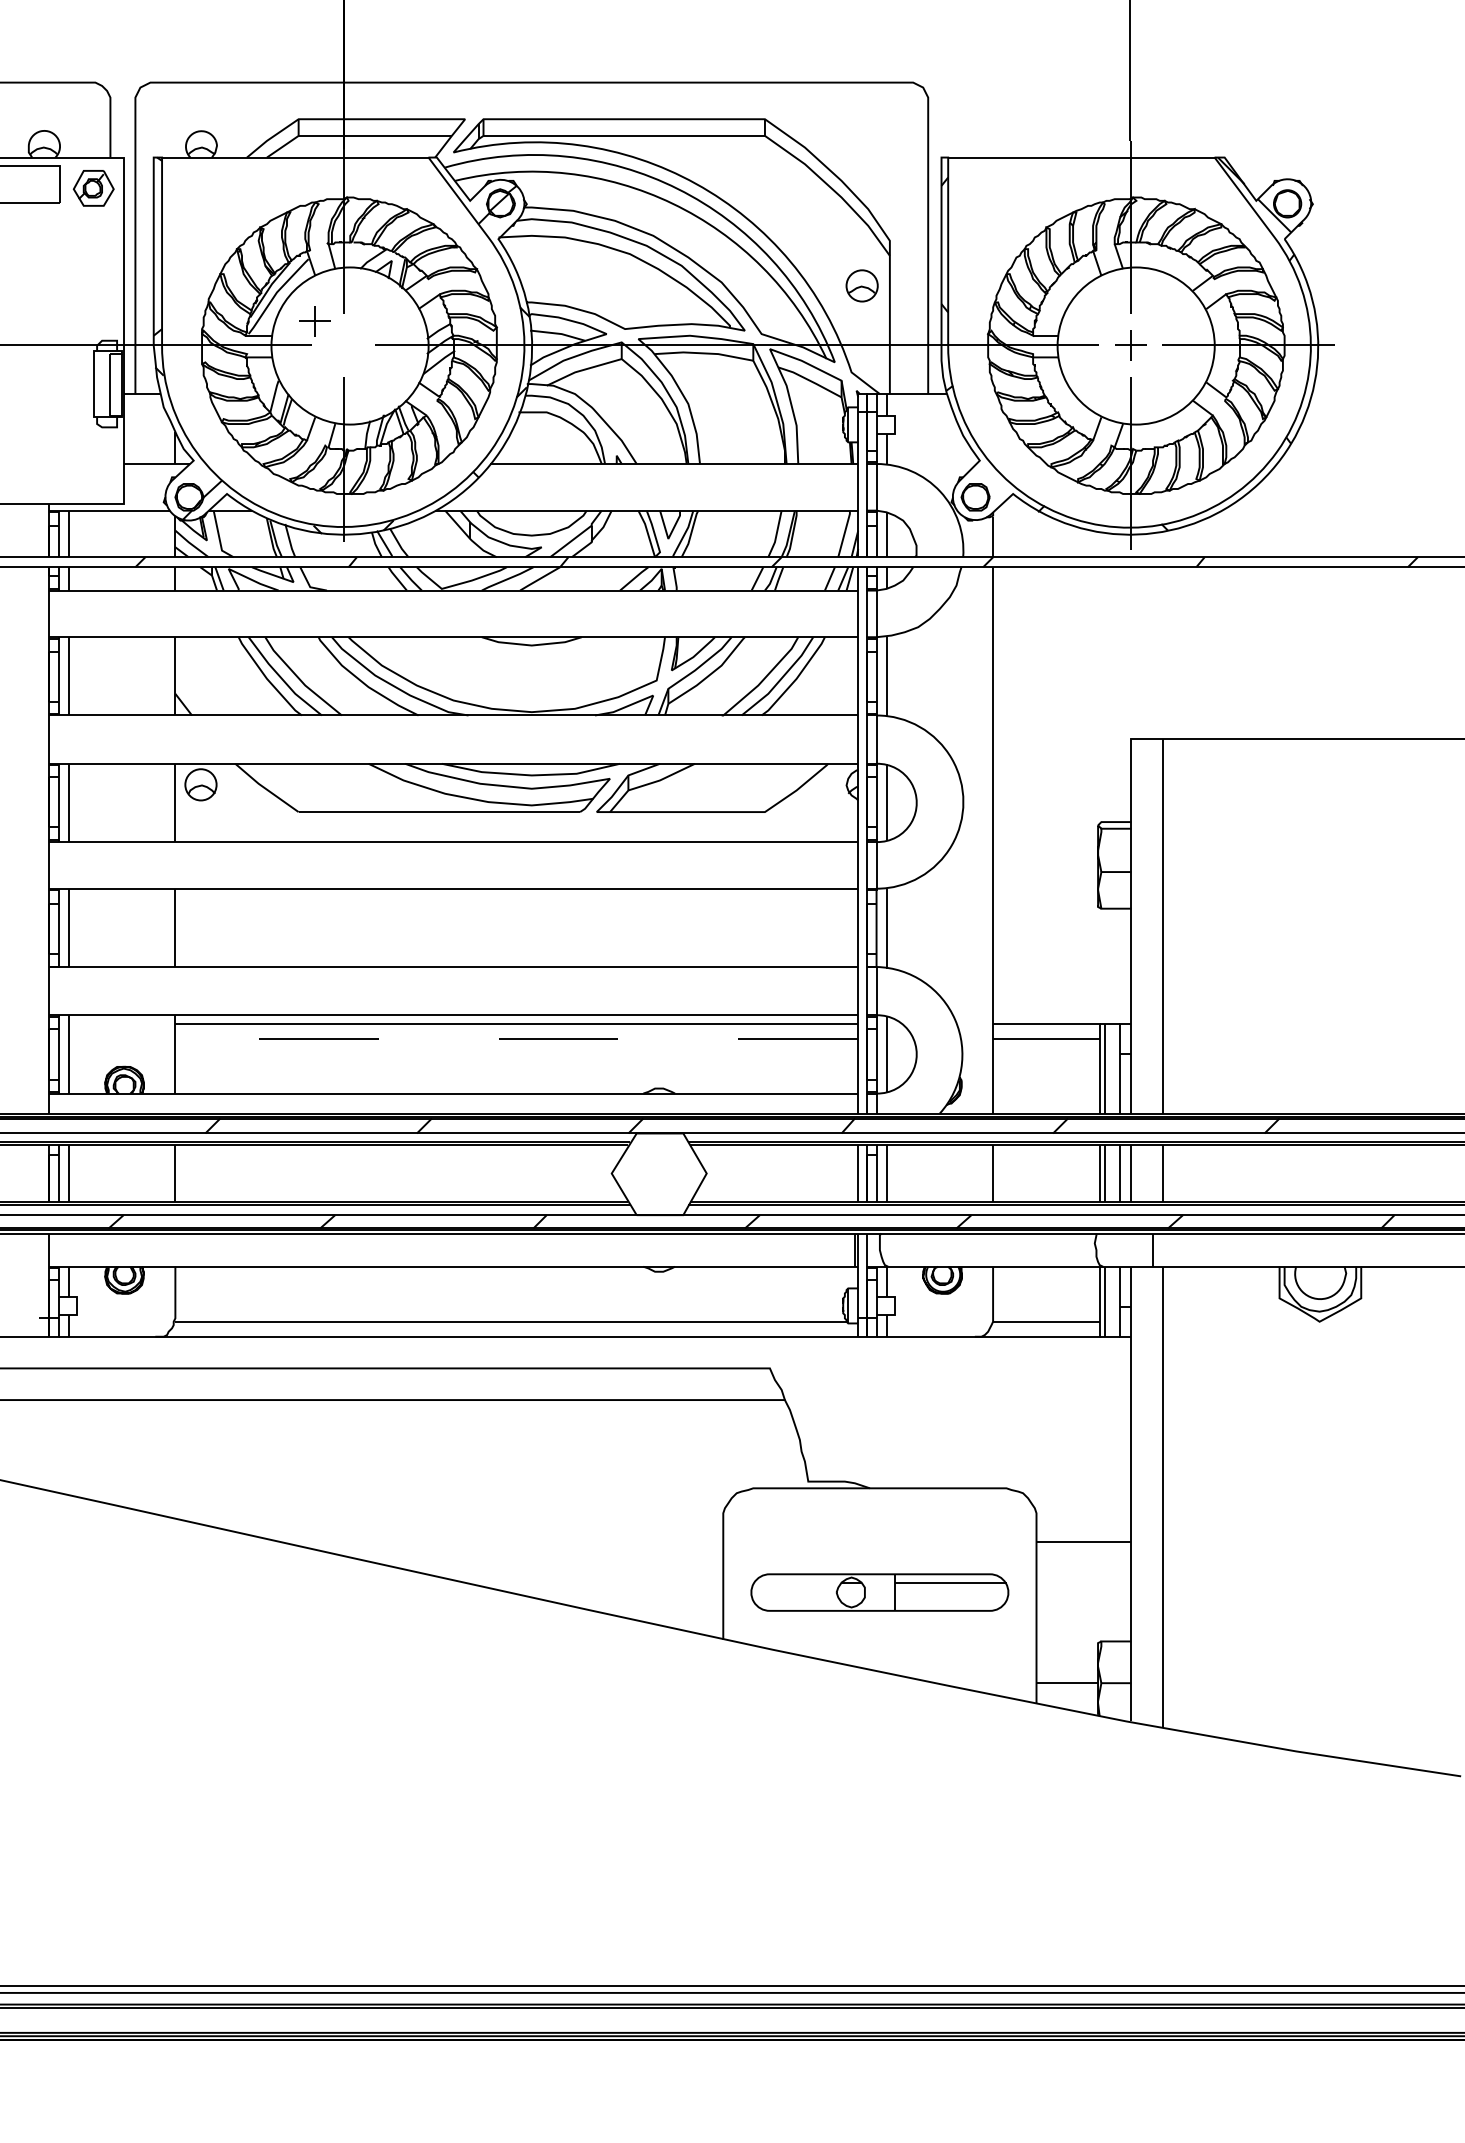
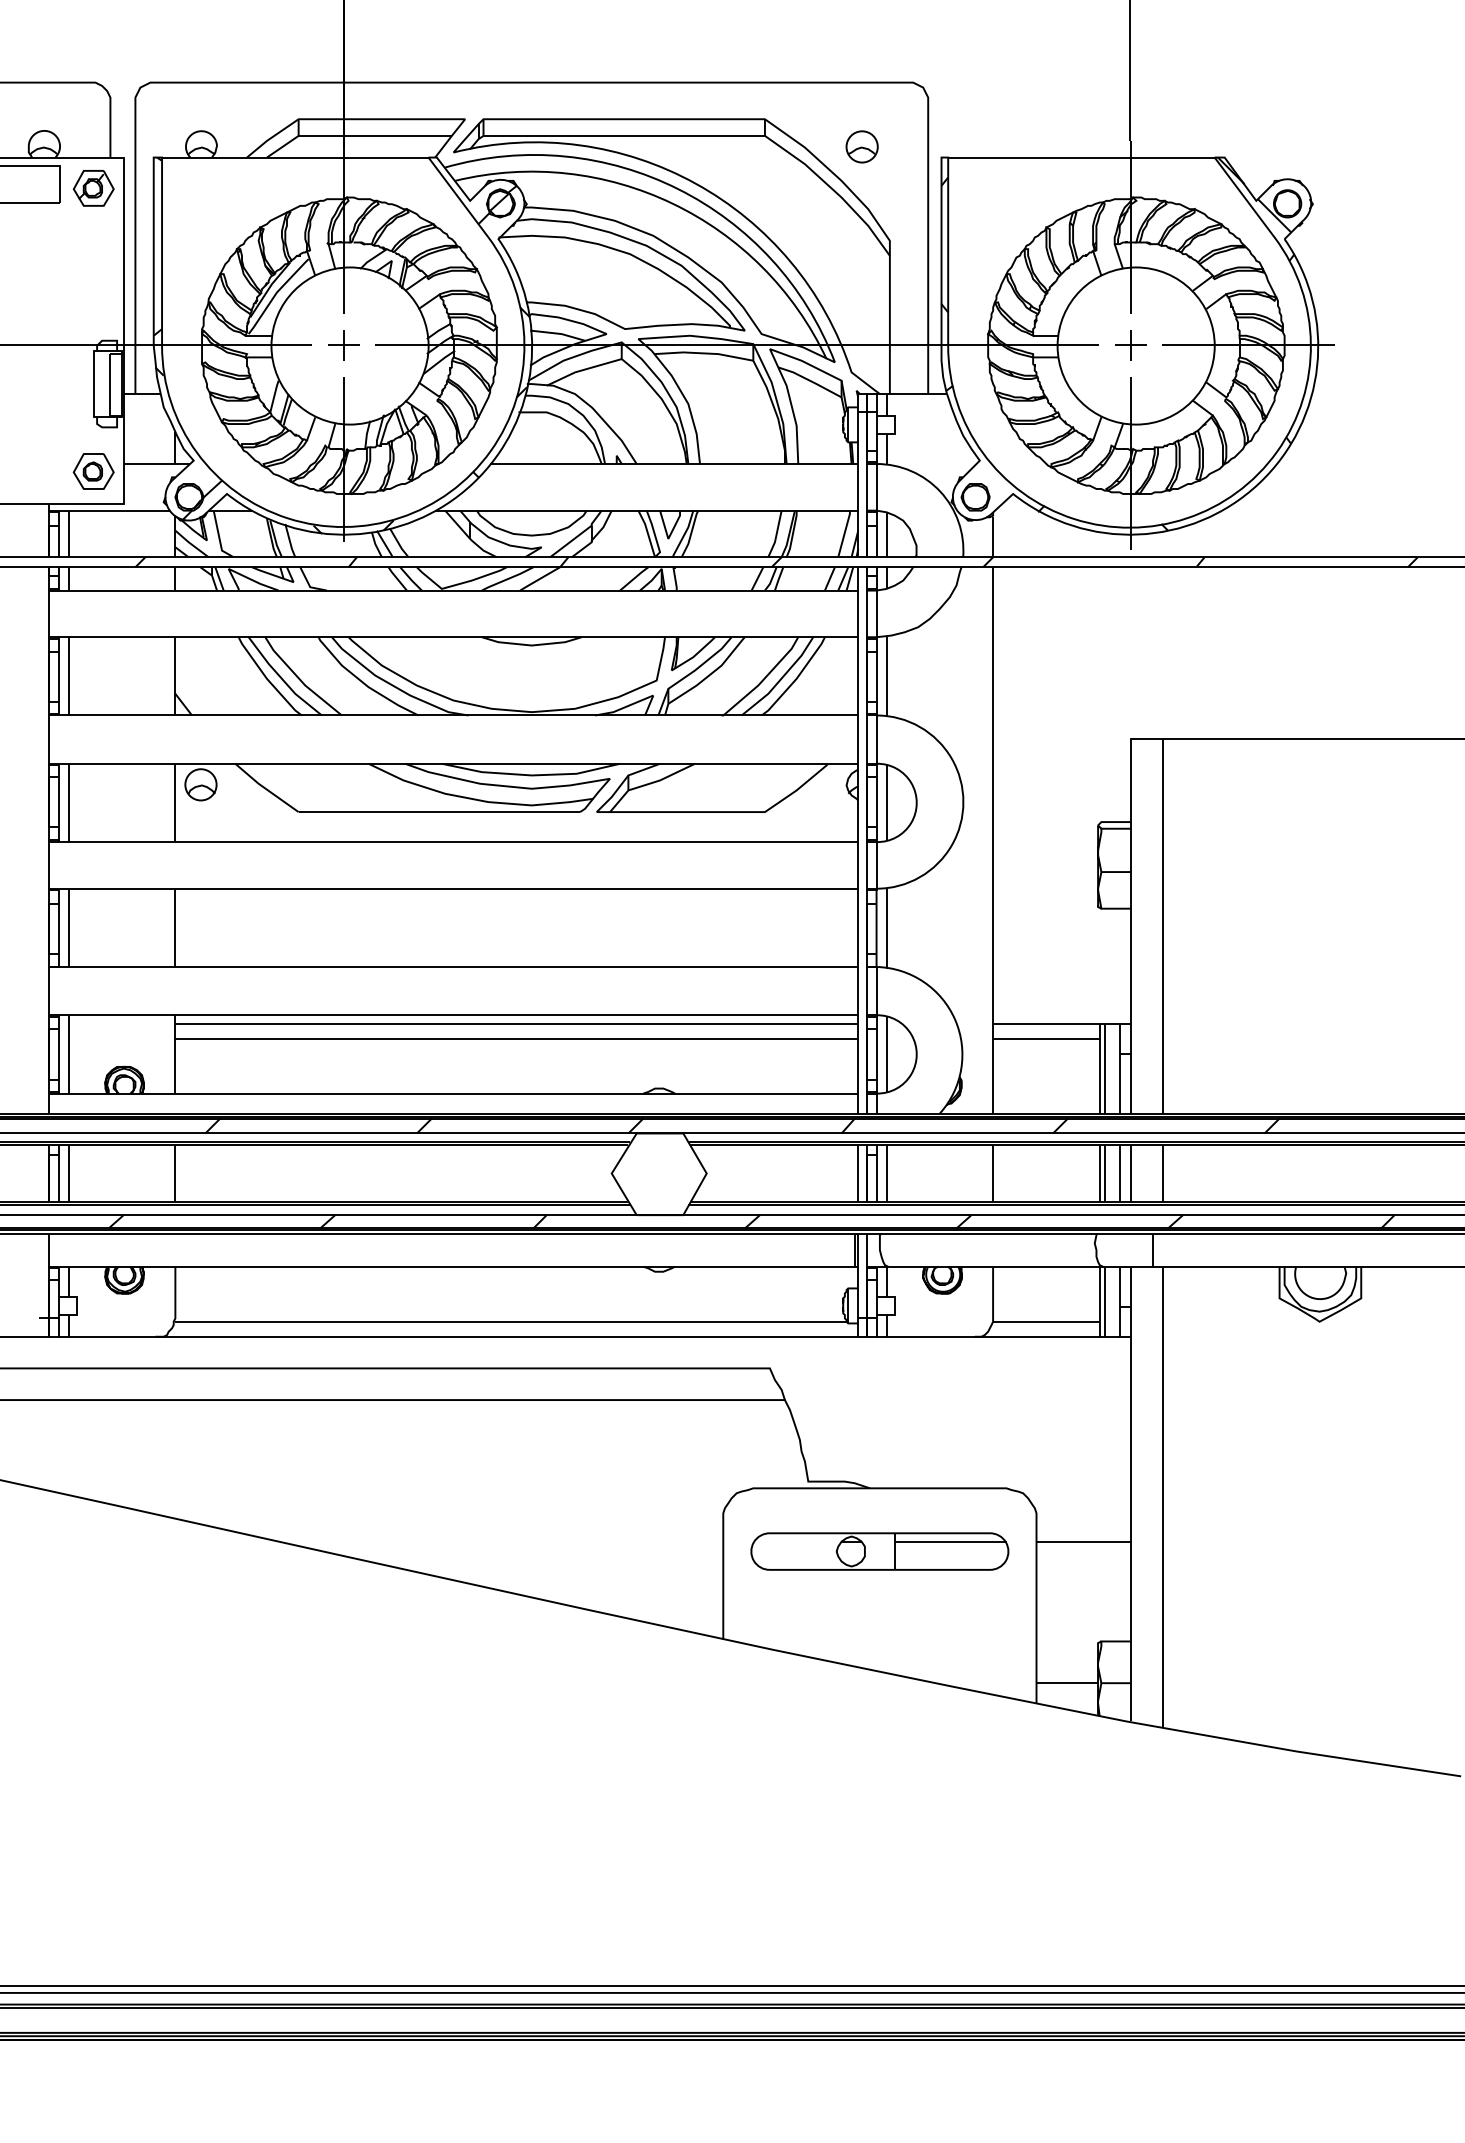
part at (861, 285) position: (861, 285) -> (861, 146)
part at (314, 321) position: (314, 321) -> (343, 345)
part at (93, 471): none -> present
line at (516, 1038): dashed -> solid
part at (879, 1592) position: (879, 1592) -> (879, 1551)
